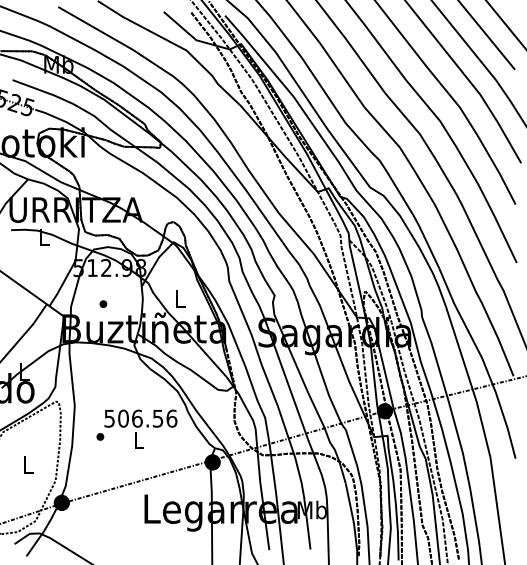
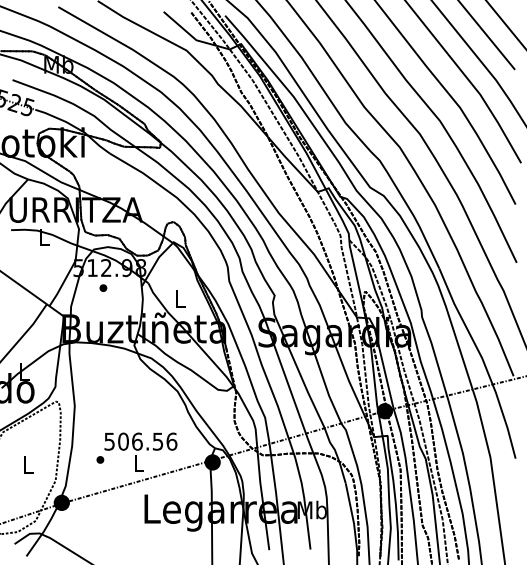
part at (103, 303) position: (103, 303) -> (103, 287)
text at (136, 428) position: (136, 428) -> (136, 451)
